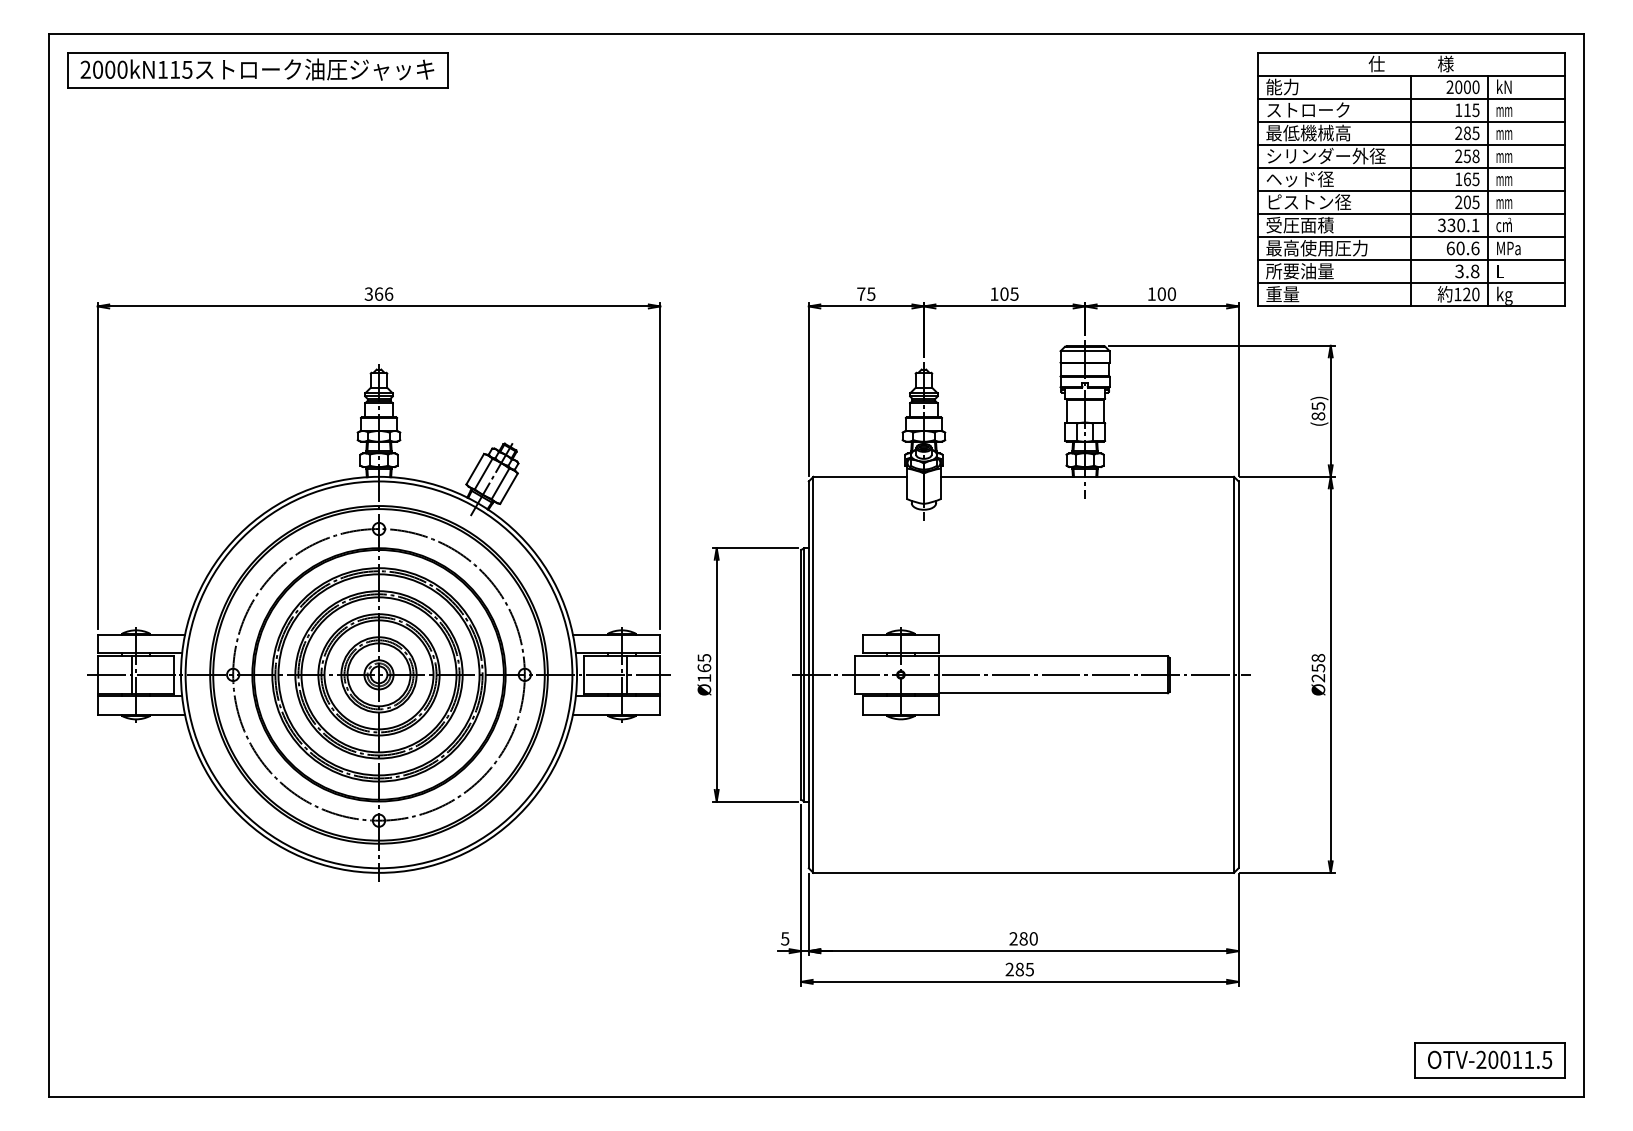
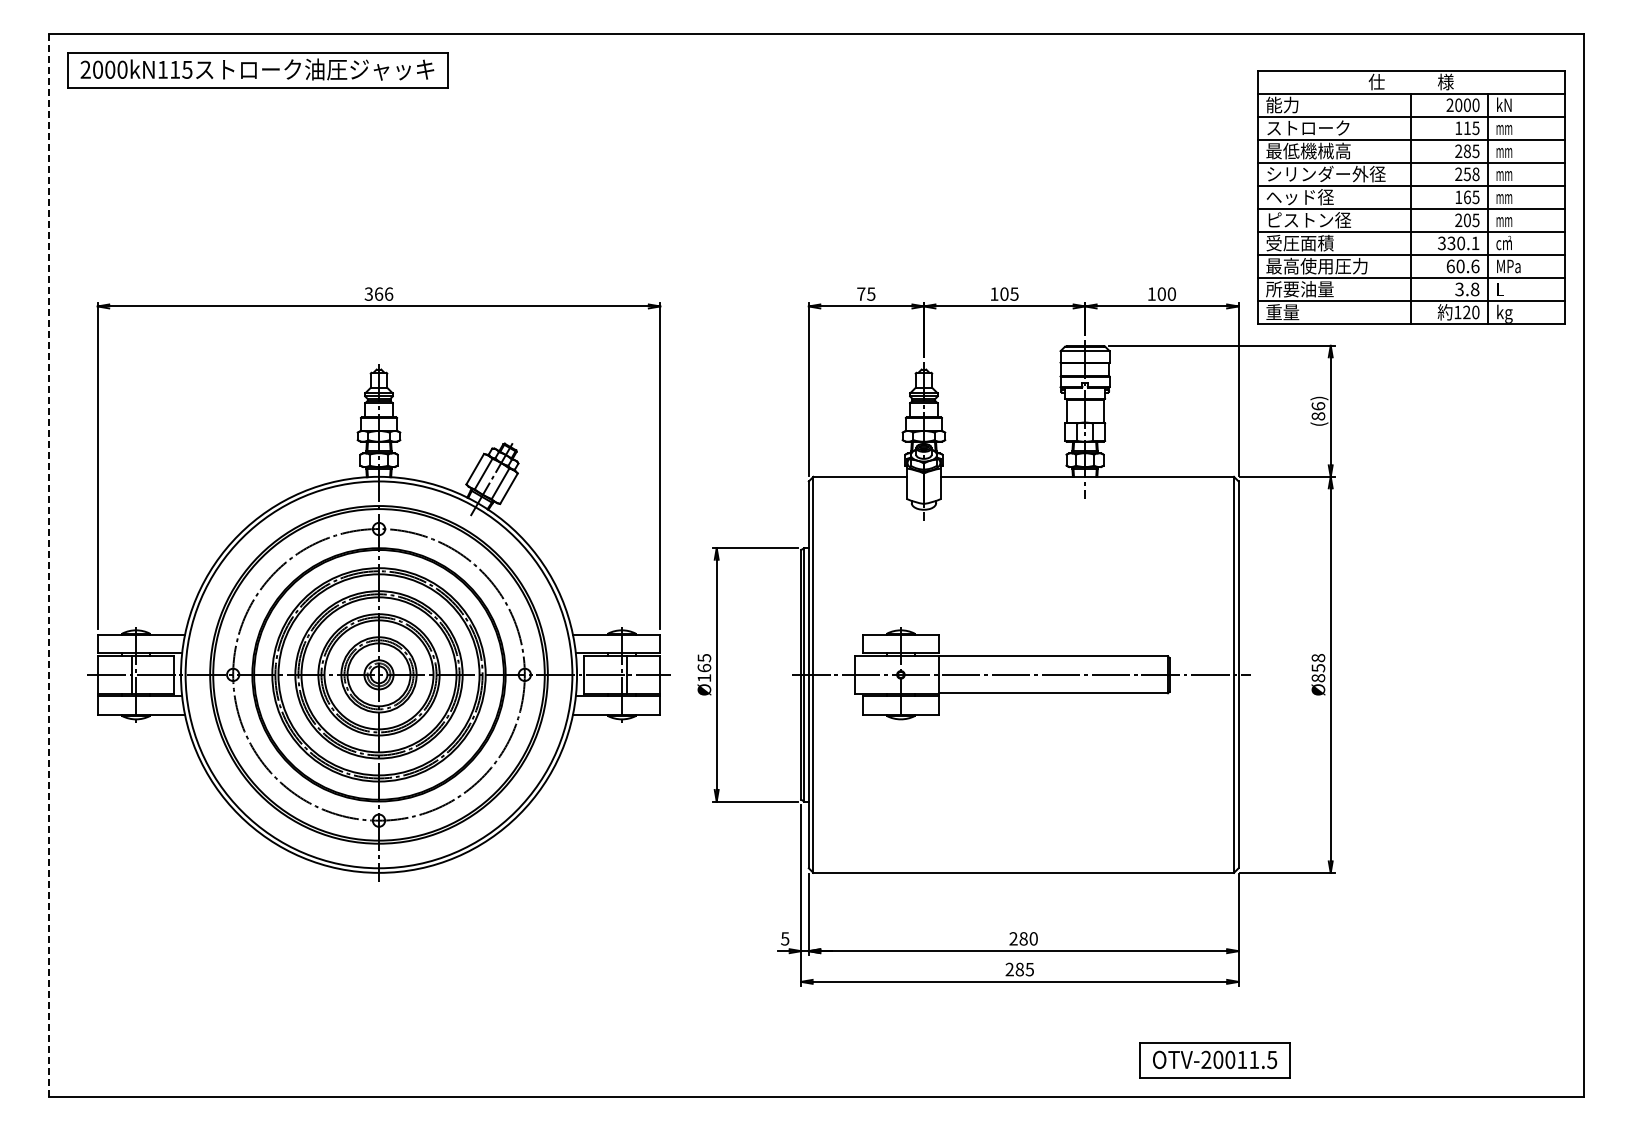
part at (1411, 179) position: (1411, 179) -> (1411, 197)
text at (1318, 406): (85) -> (86)
line at (48, 565): solid -> dashed
text at (1318, 678): Ø258 -> Ø858
part at (1489, 1060) position: (1489, 1060) -> (1214, 1060)
